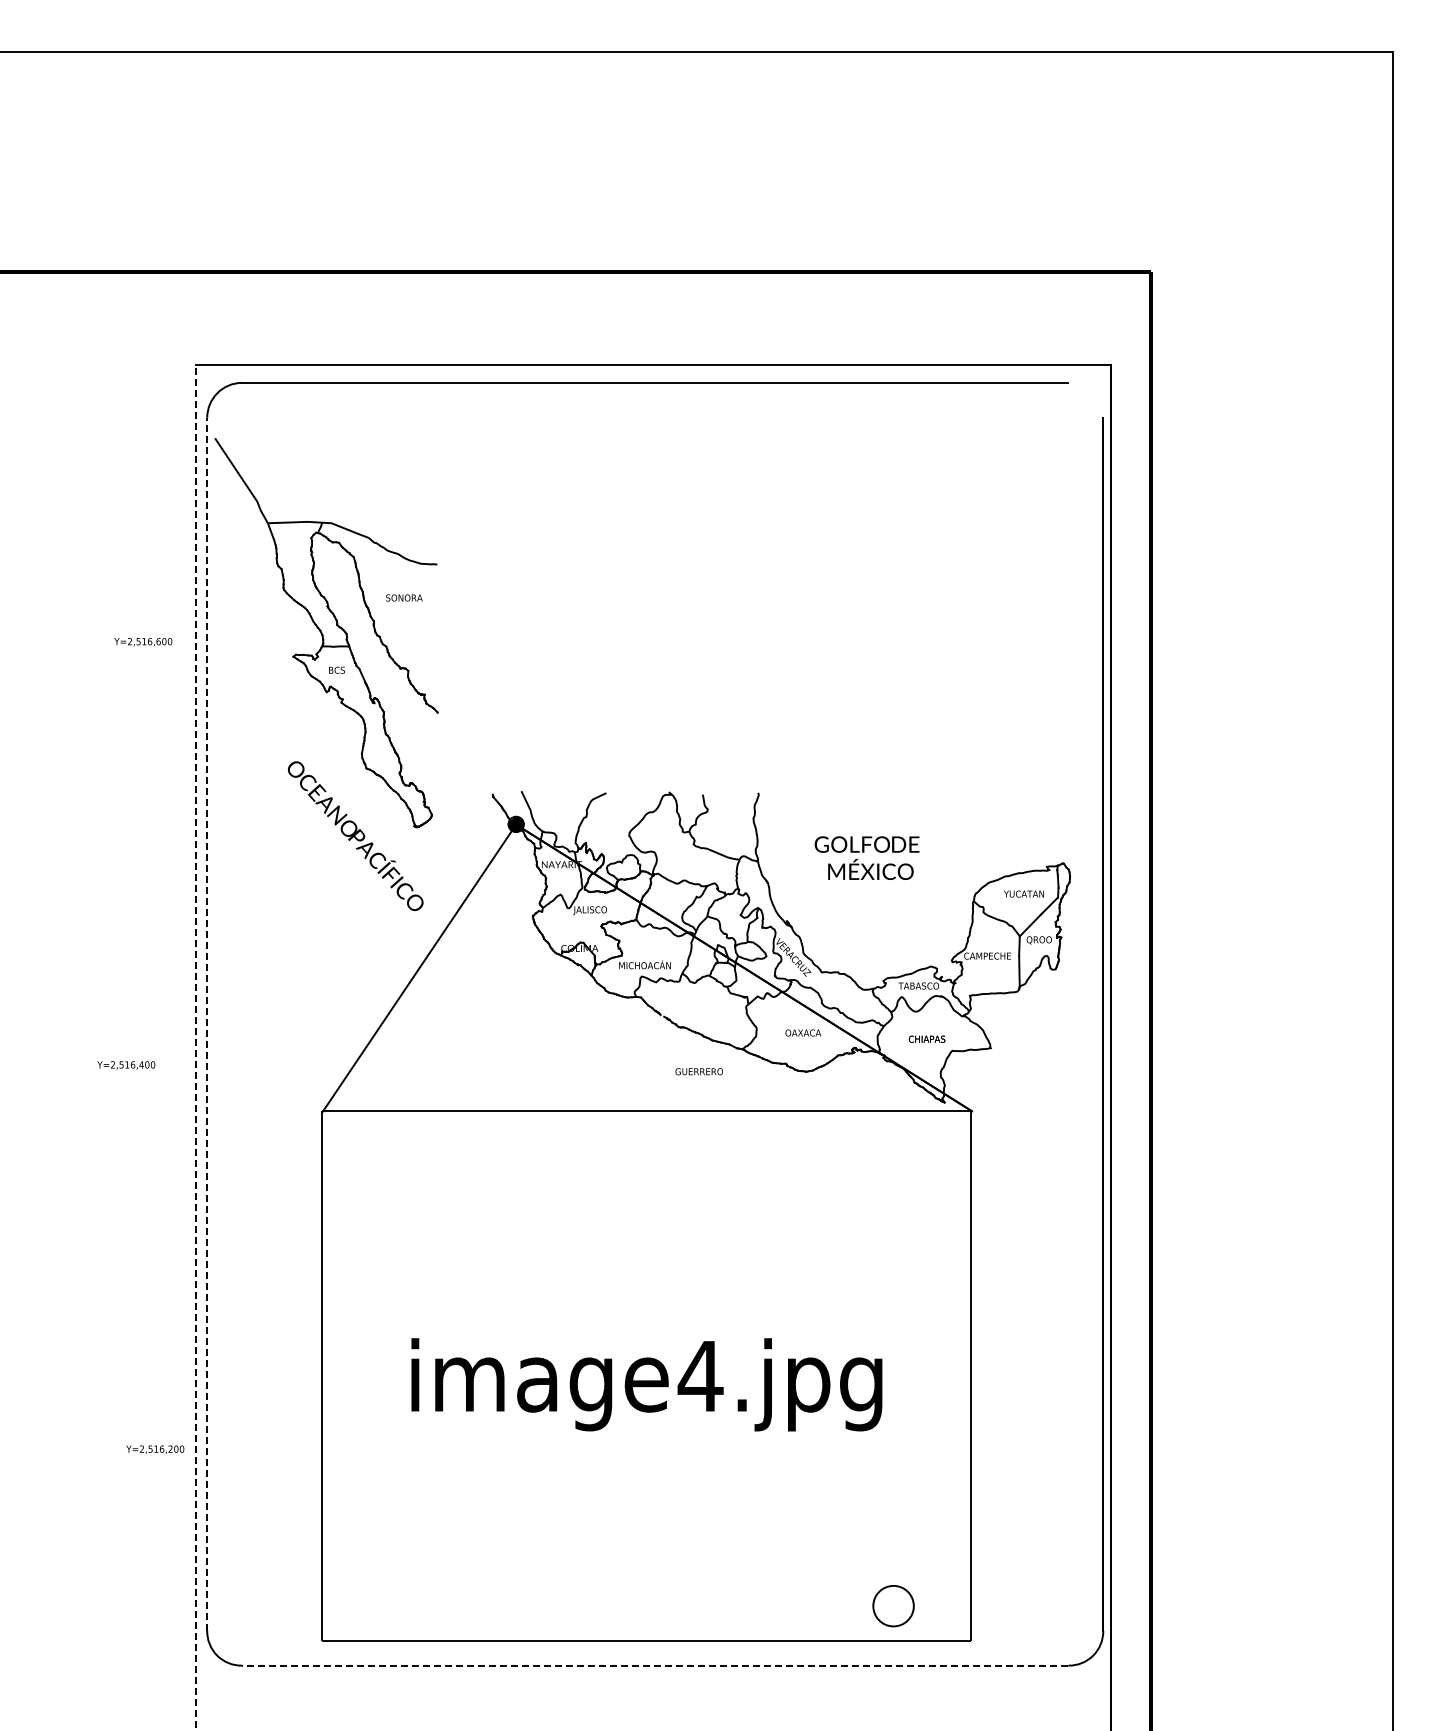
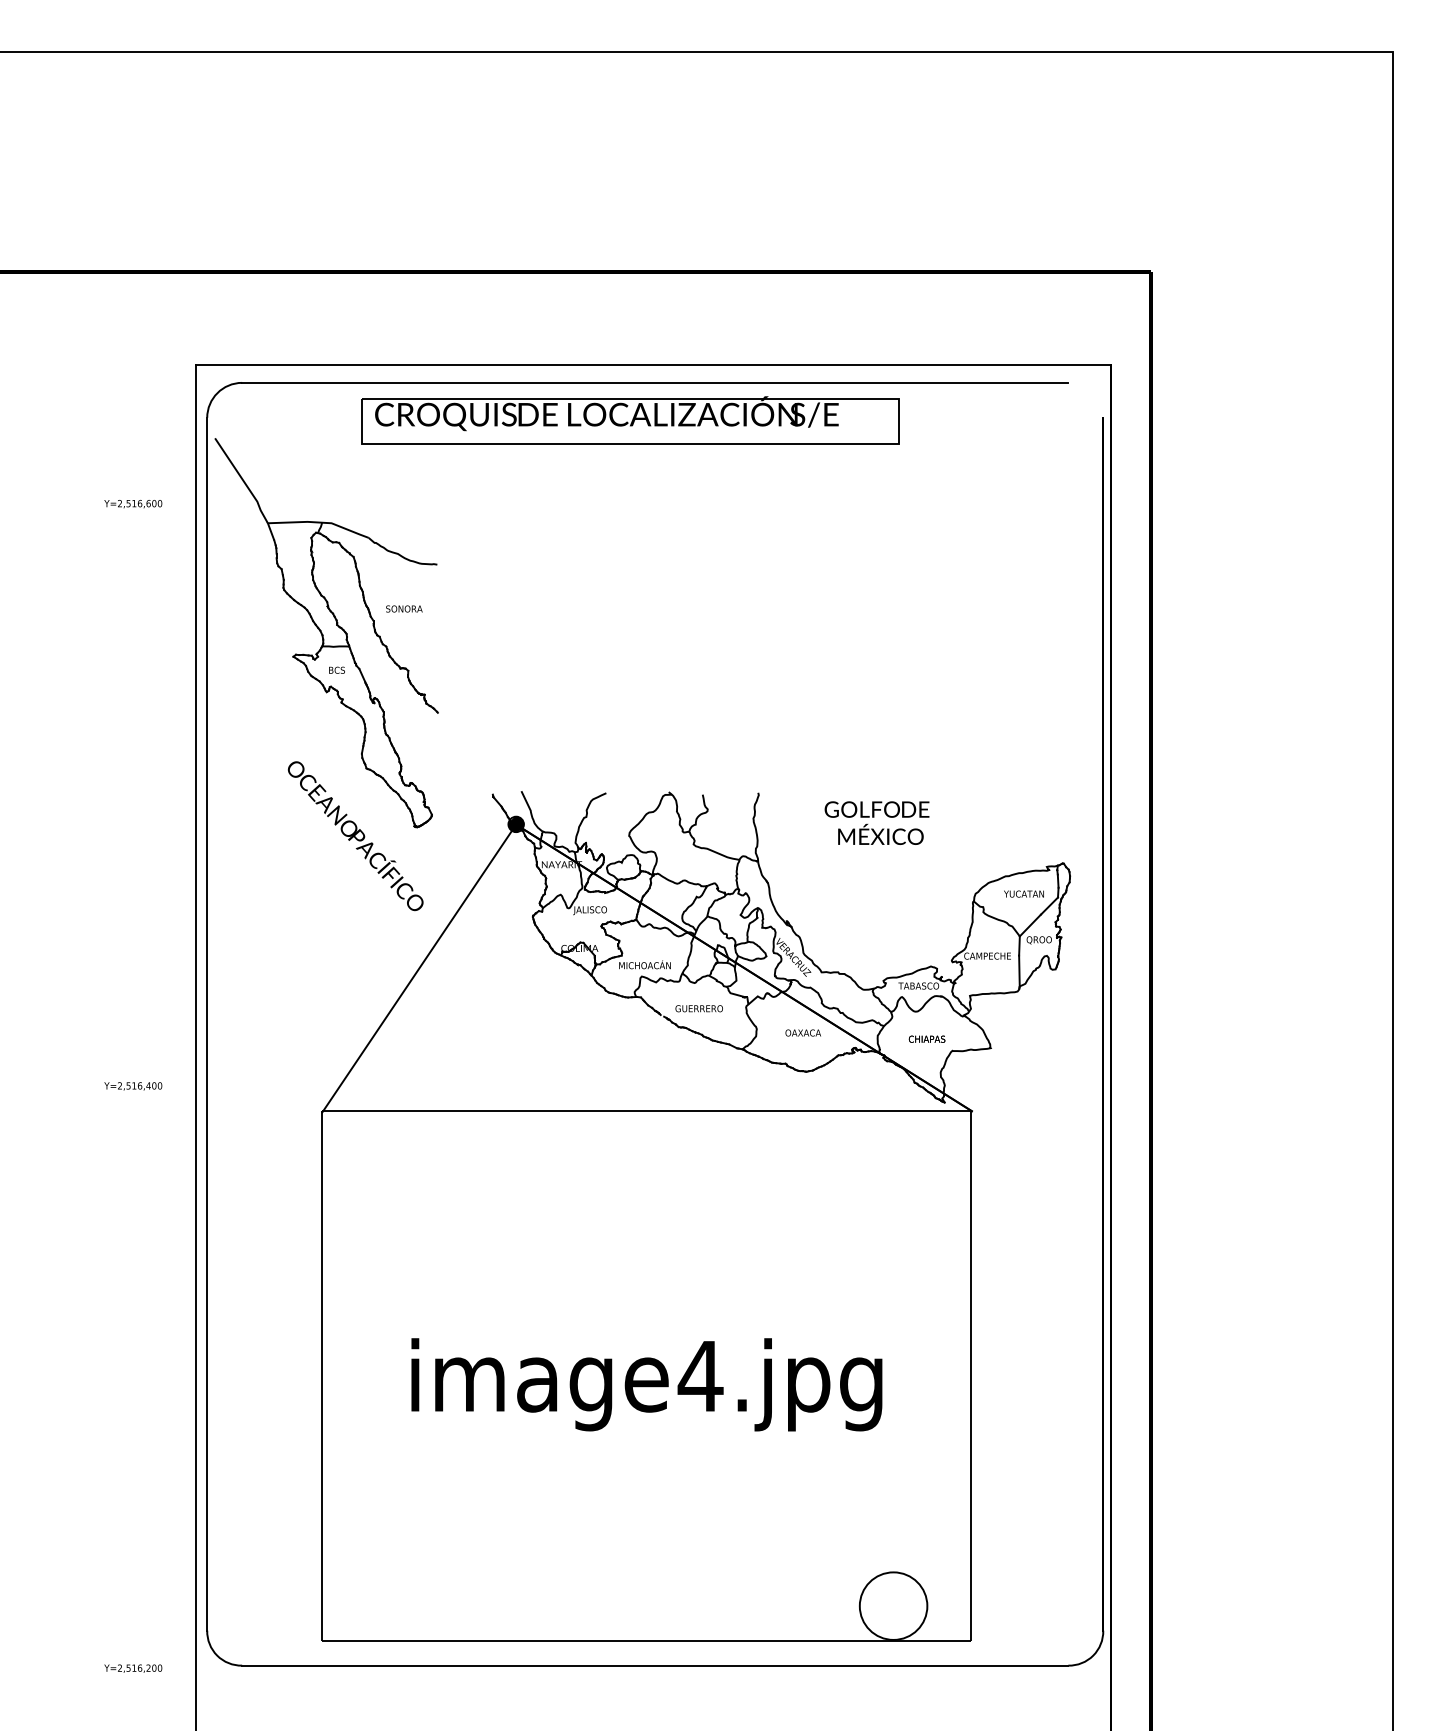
part at (630, 420): none -> present
text at (404, 597) position: (404, 597) -> (404, 608)
text at (143, 642) position: (143, 642) -> (133, 504)
text at (866, 857) position: (866, 857) -> (876, 822)
line at (207, 1023): dashed -> solid
line at (196, 1047): dashed -> solid
text at (126, 1065) position: (126, 1065) -> (133, 1086)
text at (698, 1071) position: (698, 1071) -> (698, 1008)
text at (155, 1449) position: (155, 1449) -> (133, 1668)
circle at (893, 1605) diameter: 41 px -> 68 px
line at (654, 1665): dashed -> solid
